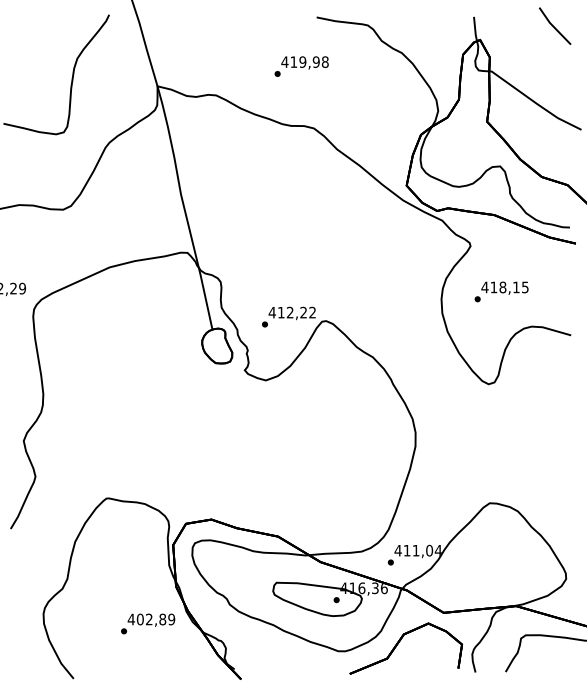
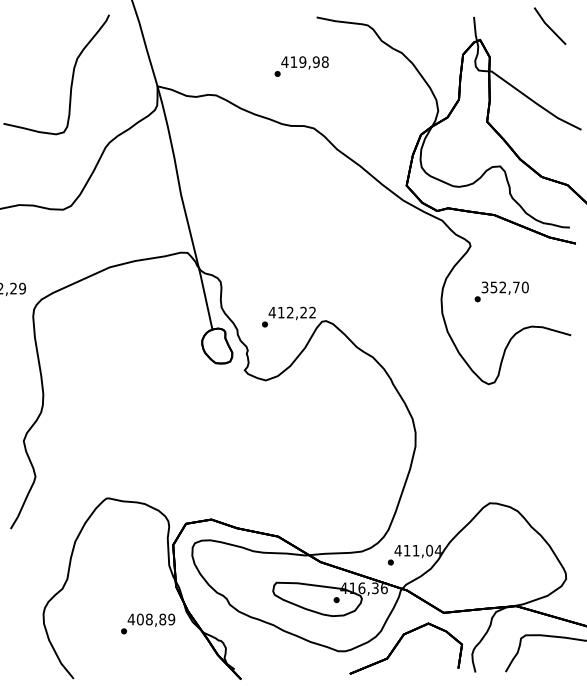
part at (554, 25) position: (554, 25) -> (549, 25)
text at (504, 287): 418,15 -> 352,70
text at (148, 619): 402,89 -> 408,89
